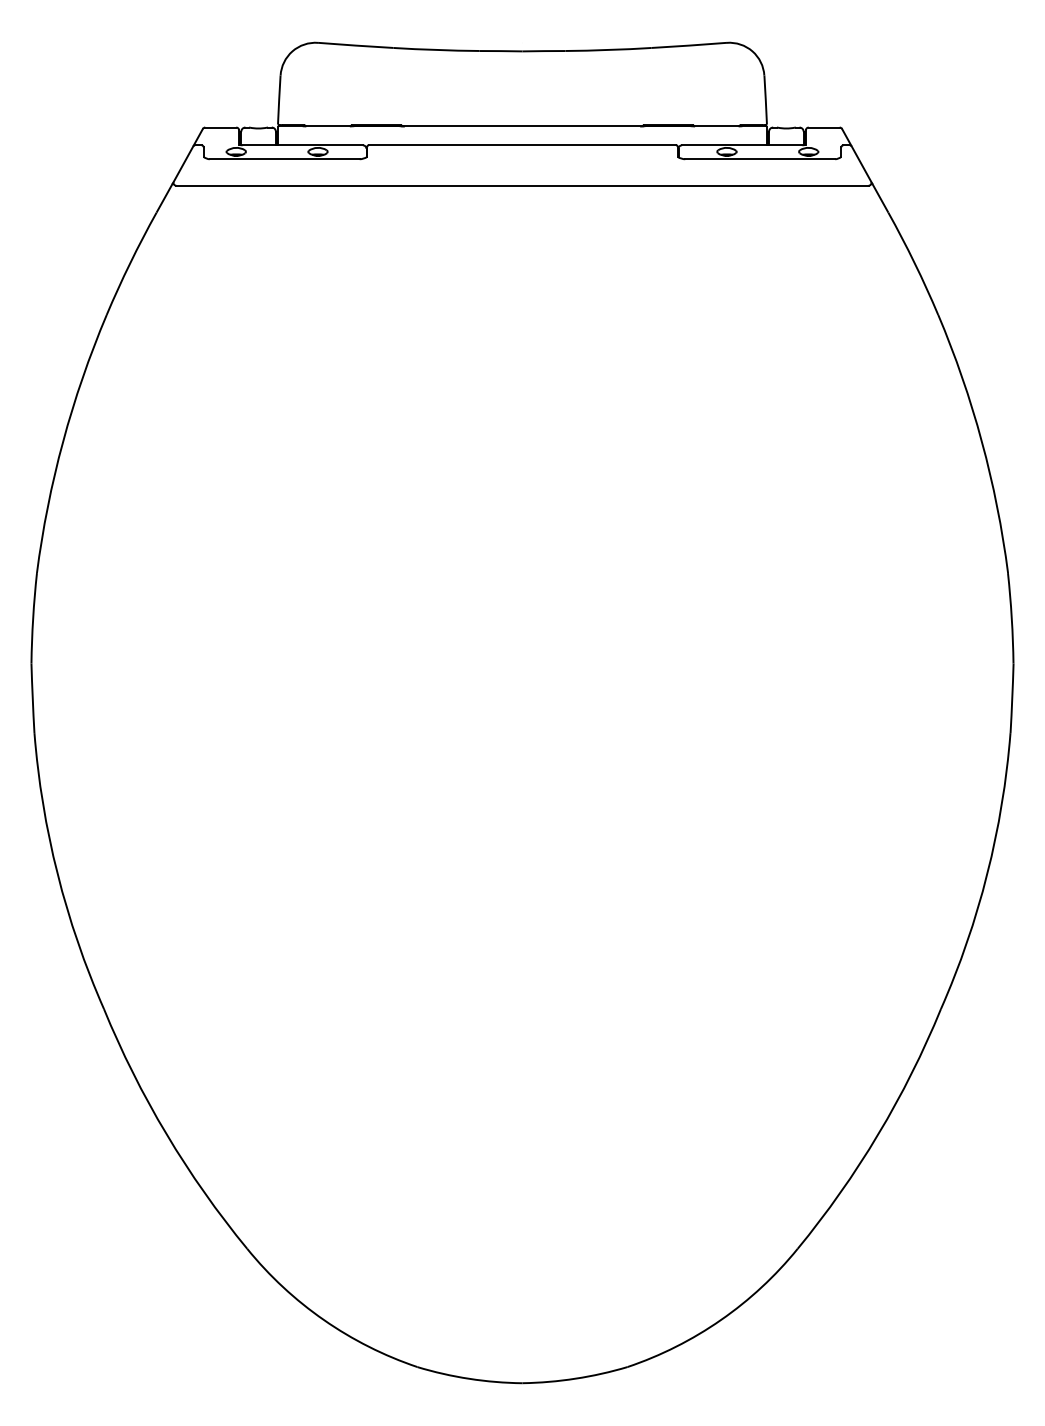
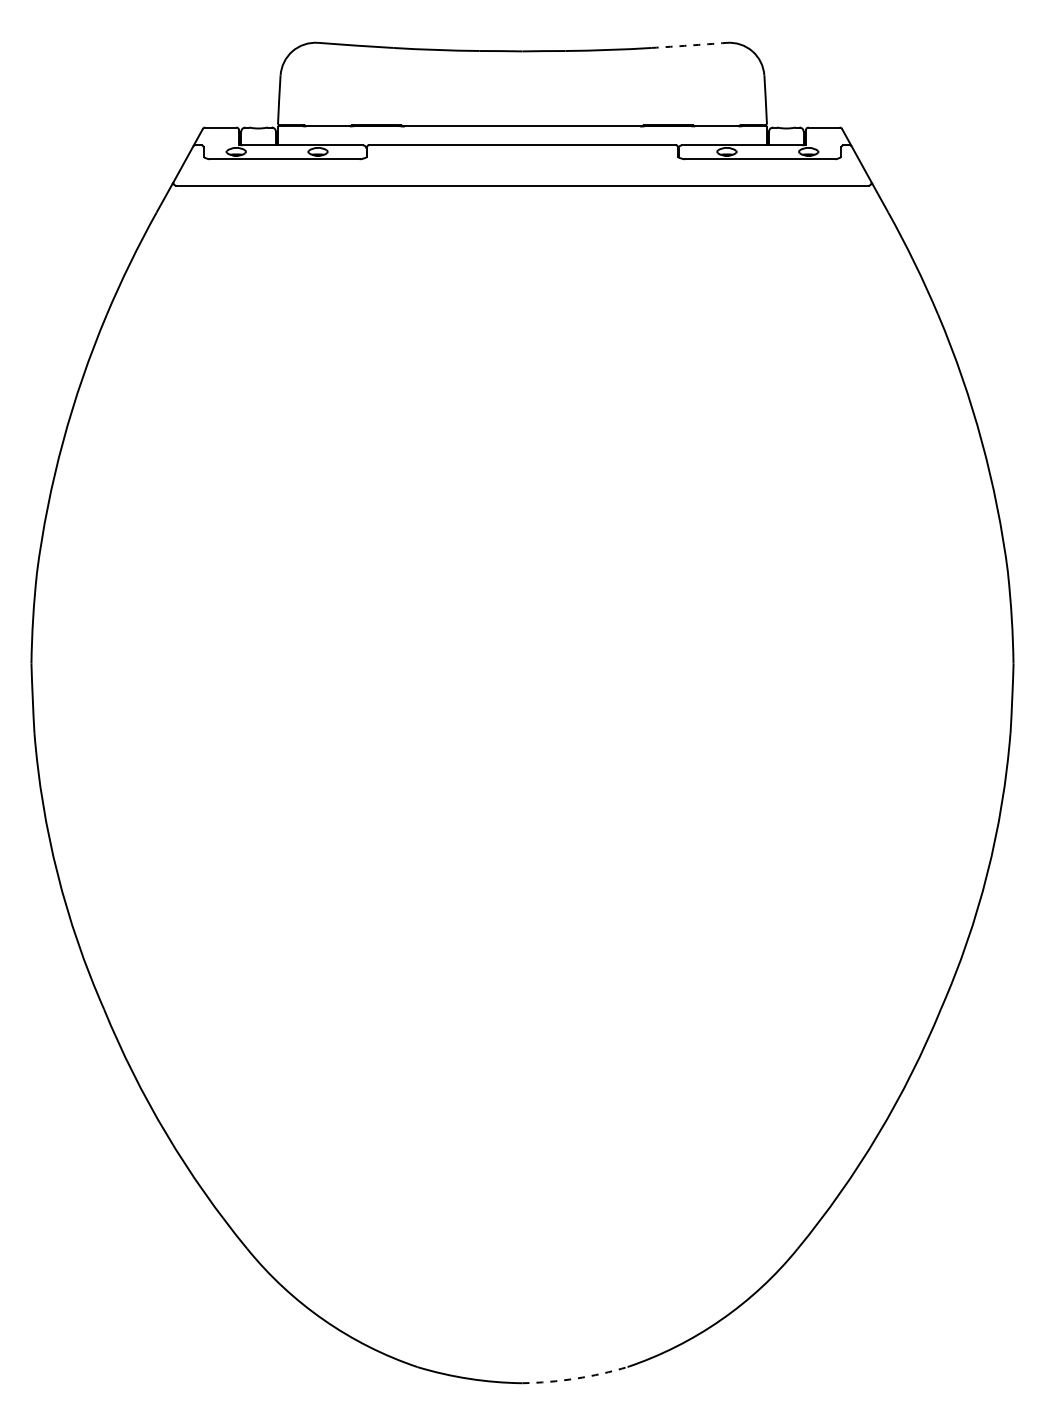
arc at (689, 45): solid -> dashed
arc at (575, 1378): solid -> dashed
